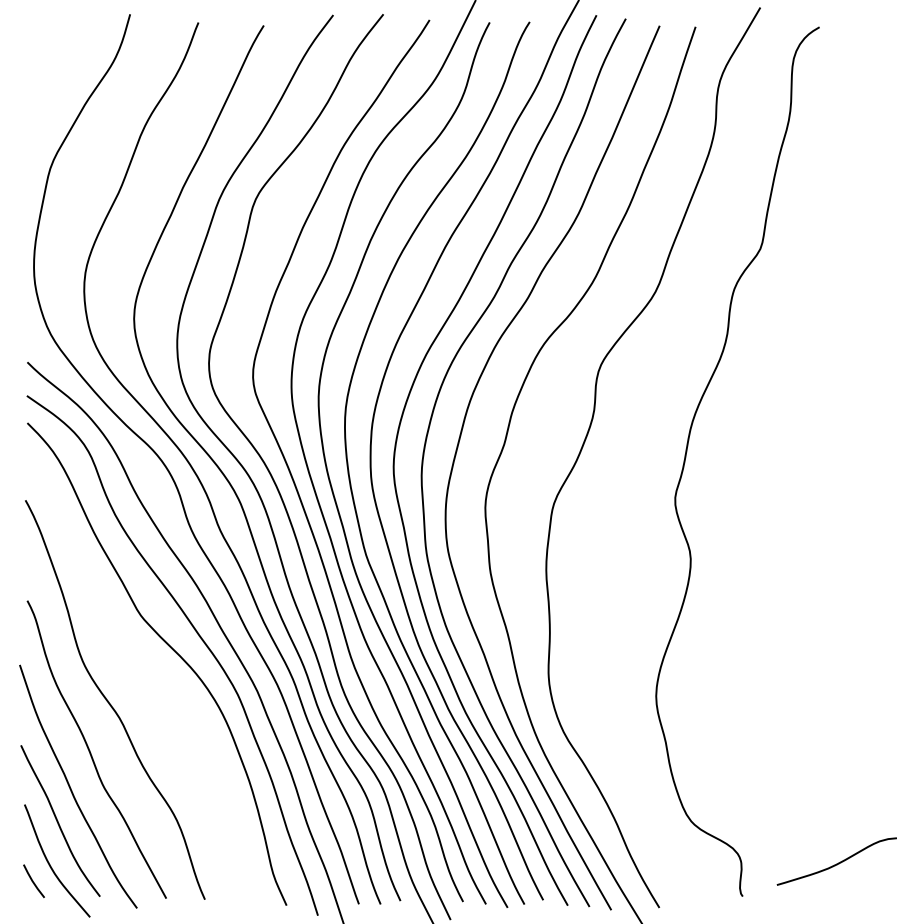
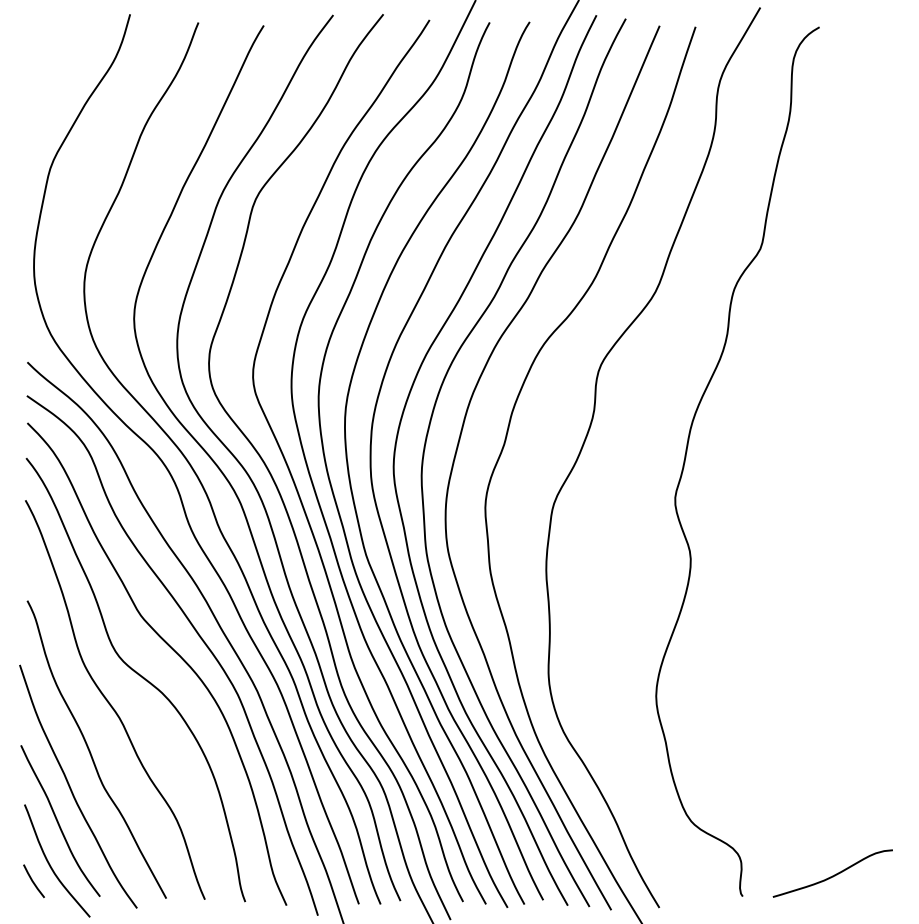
curve at (139, 676): none -> present
curve at (836, 863) position: (836, 863) -> (832, 875)
